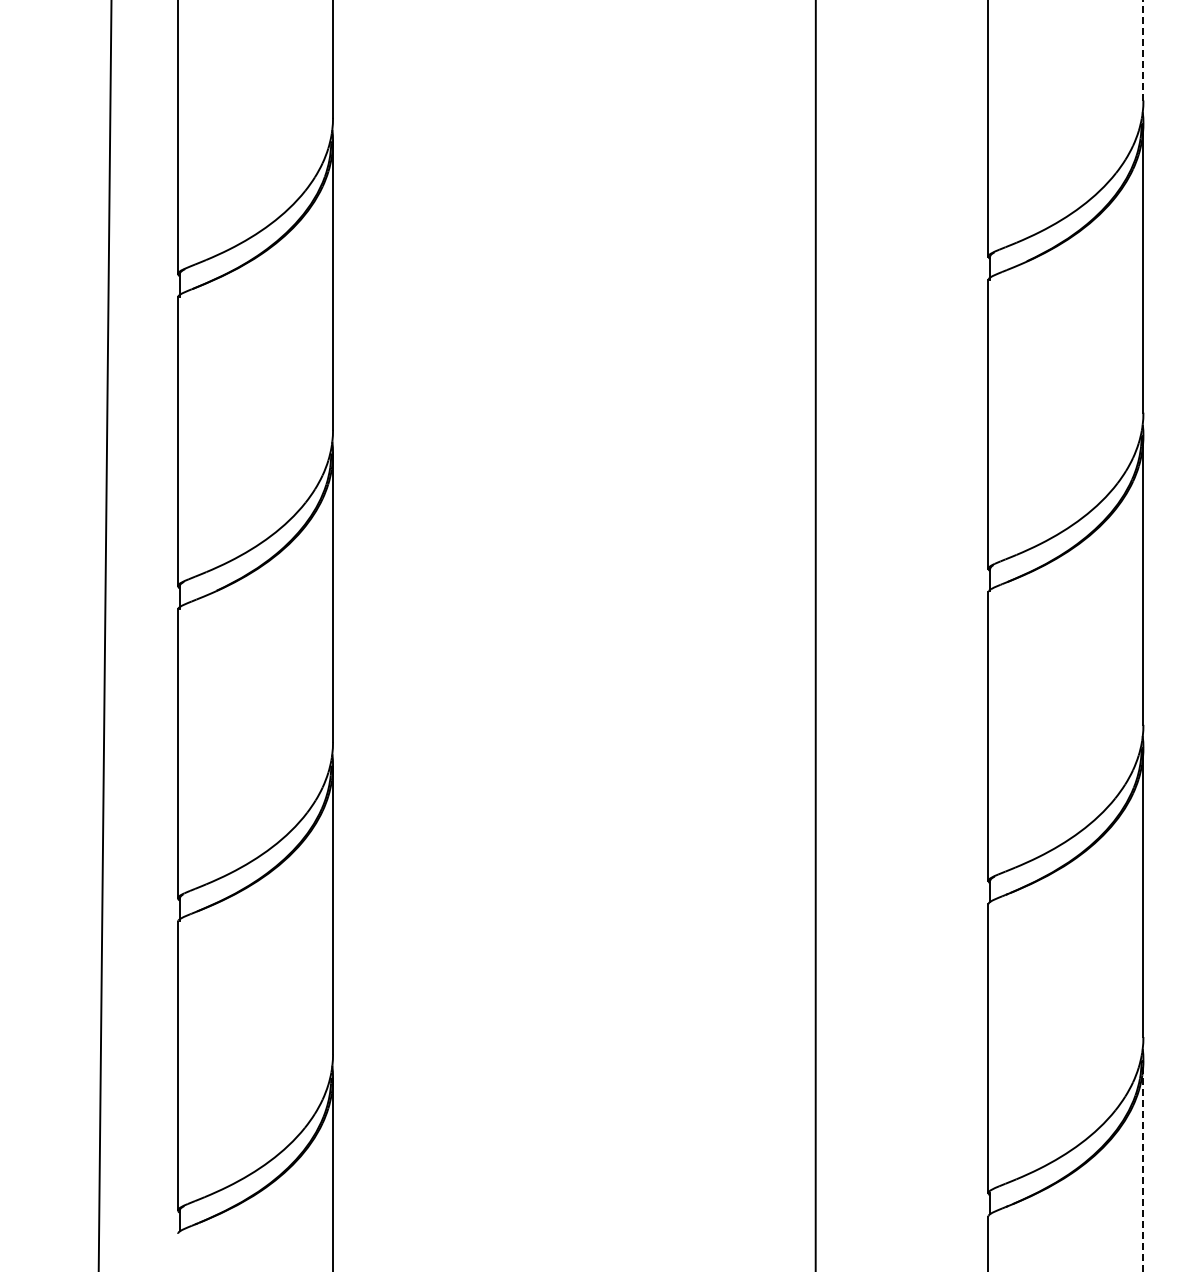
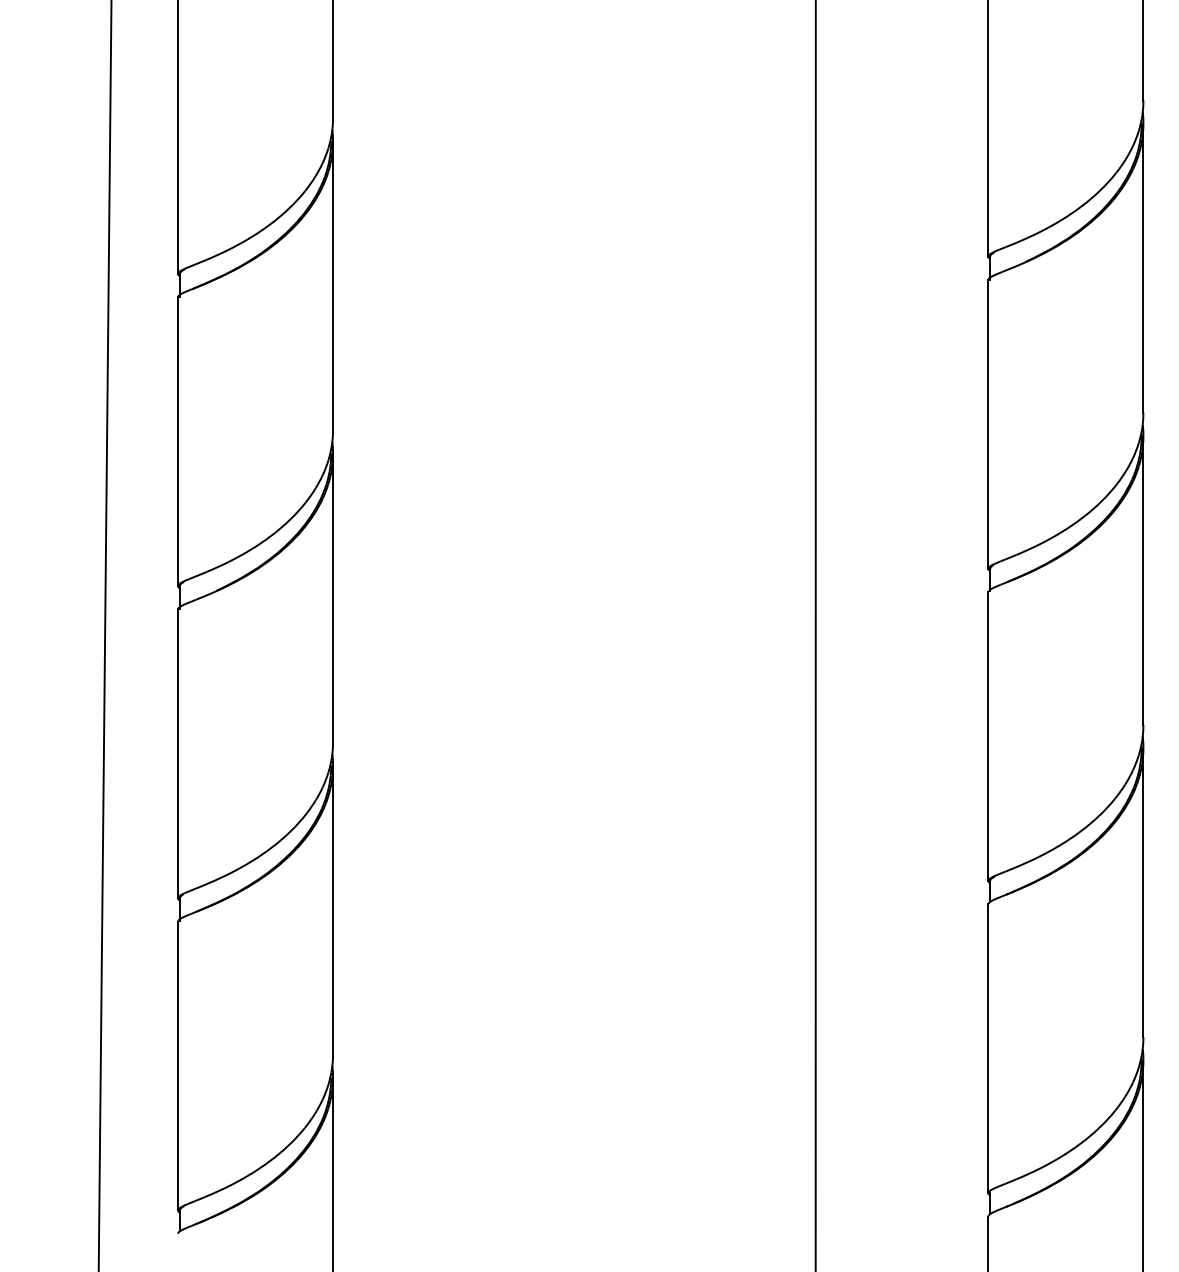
line at (1143, 50): dashed -> solid
line at (1143, 1165): dashed -> solid
